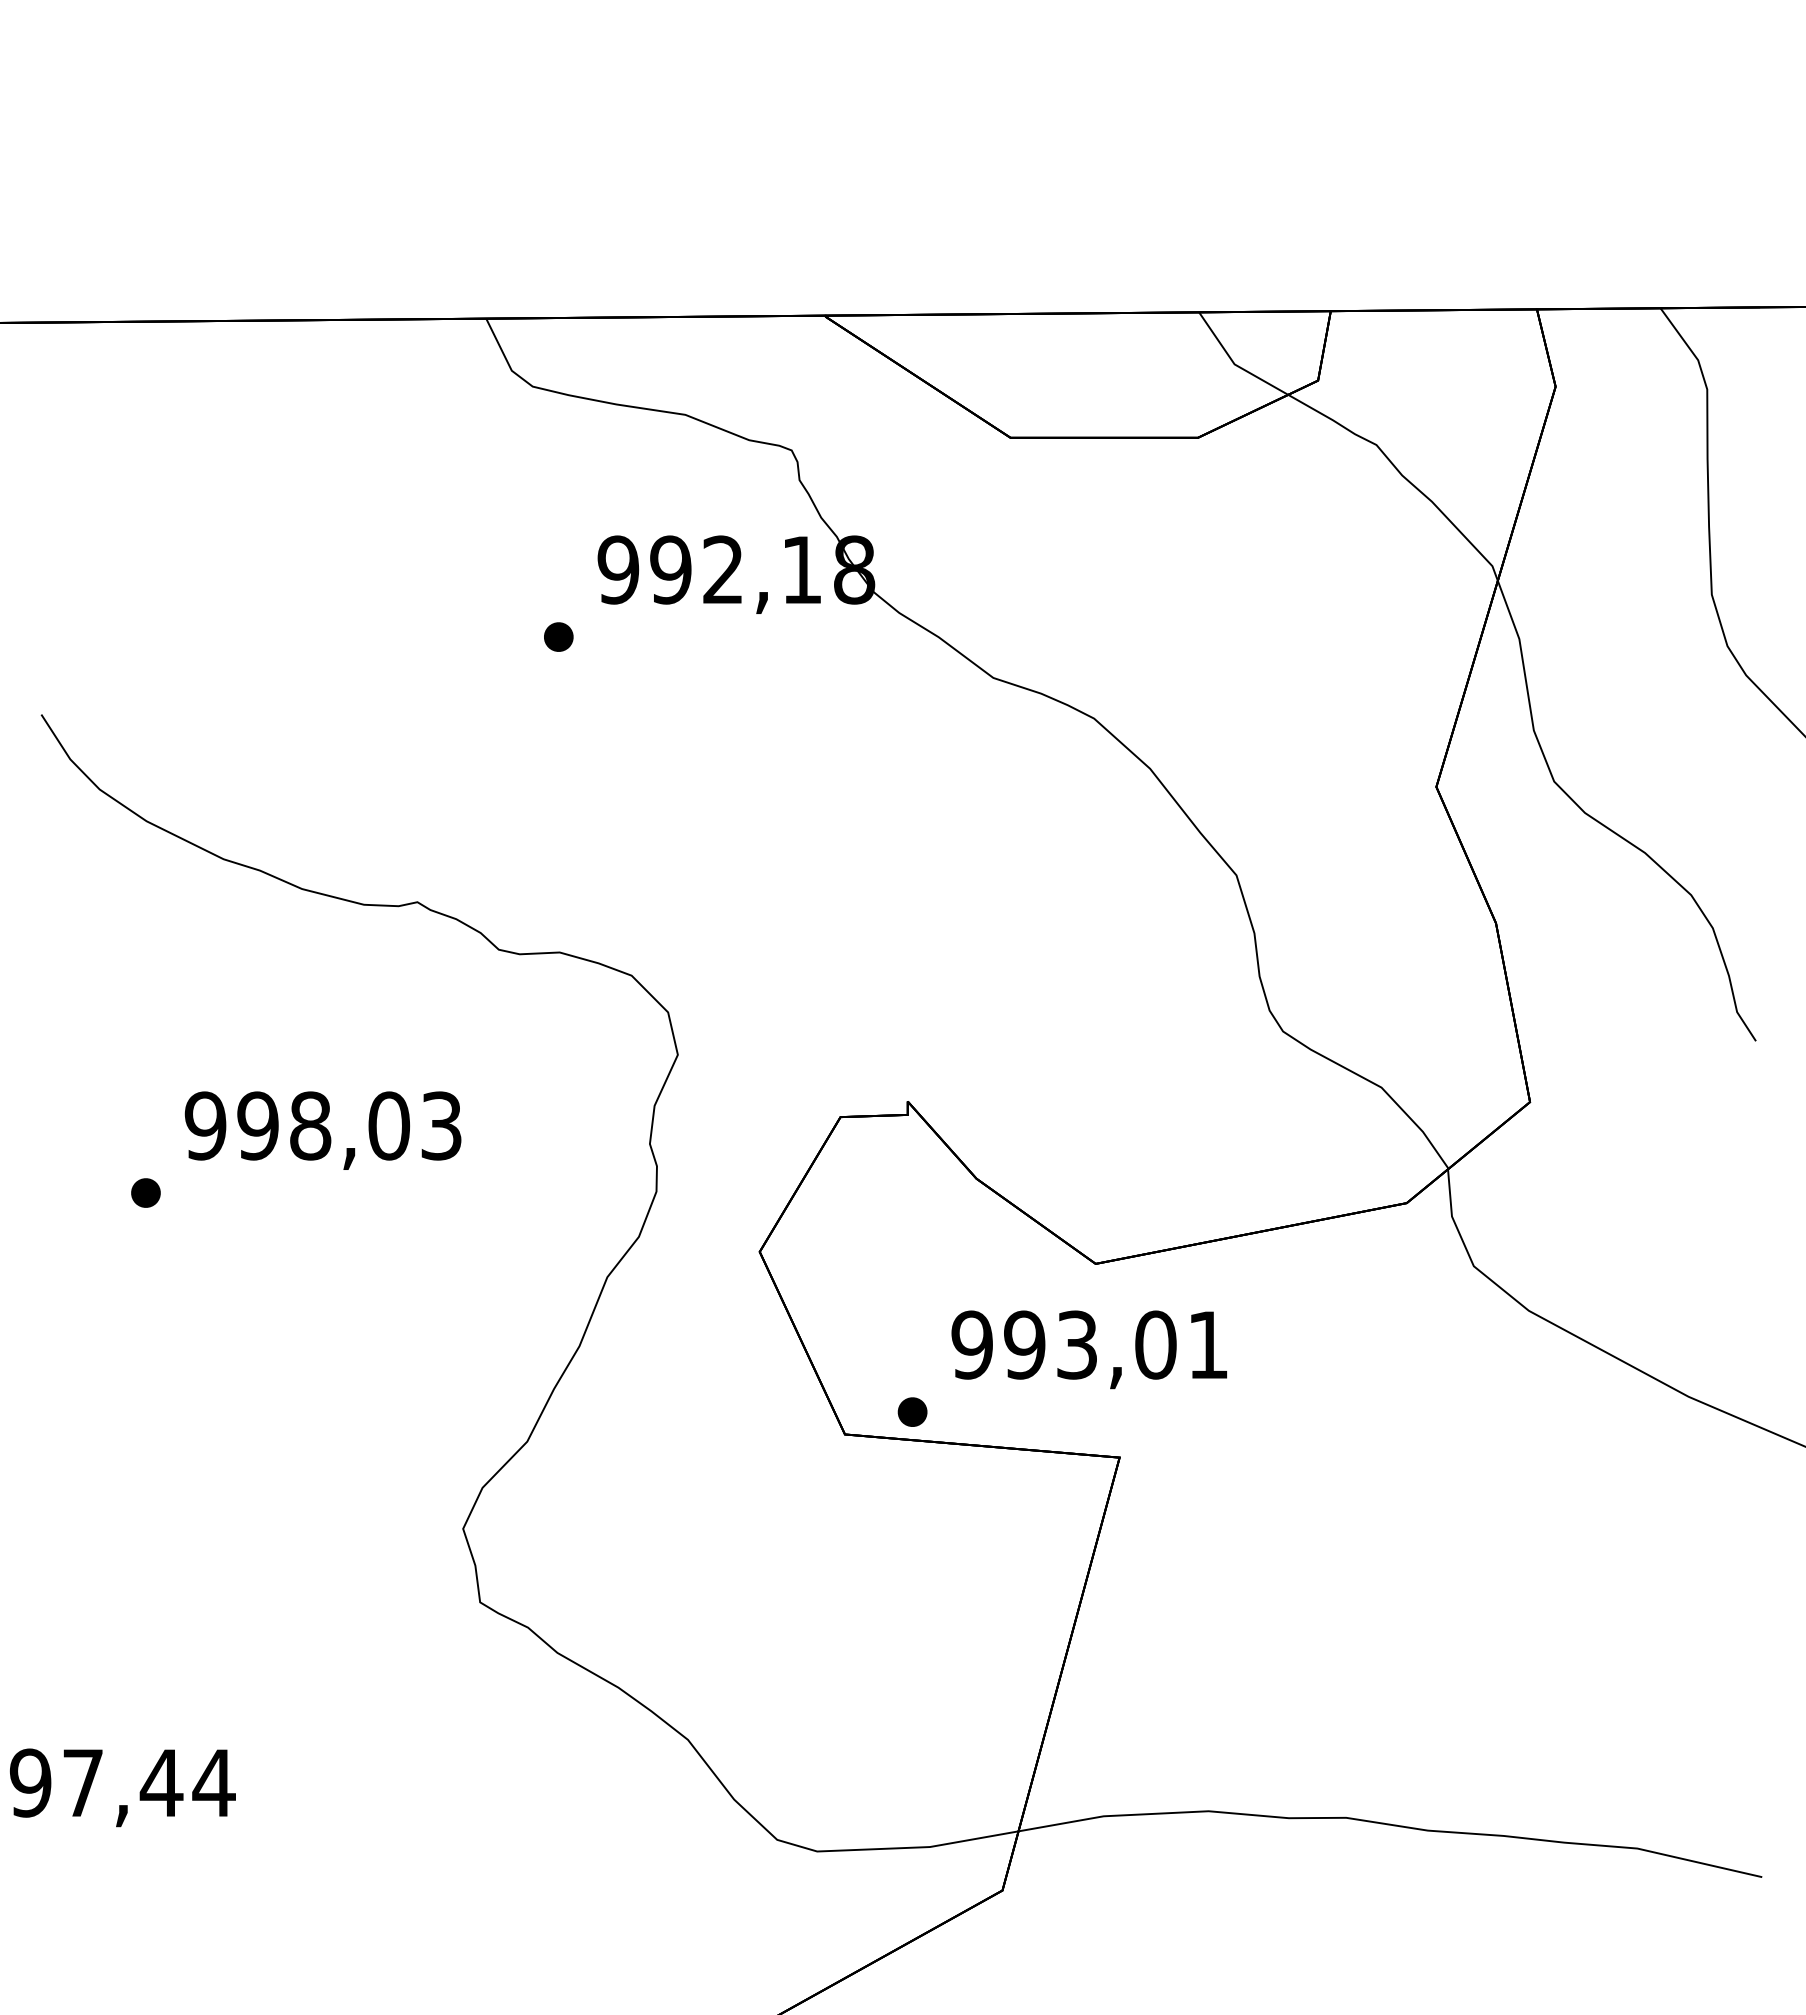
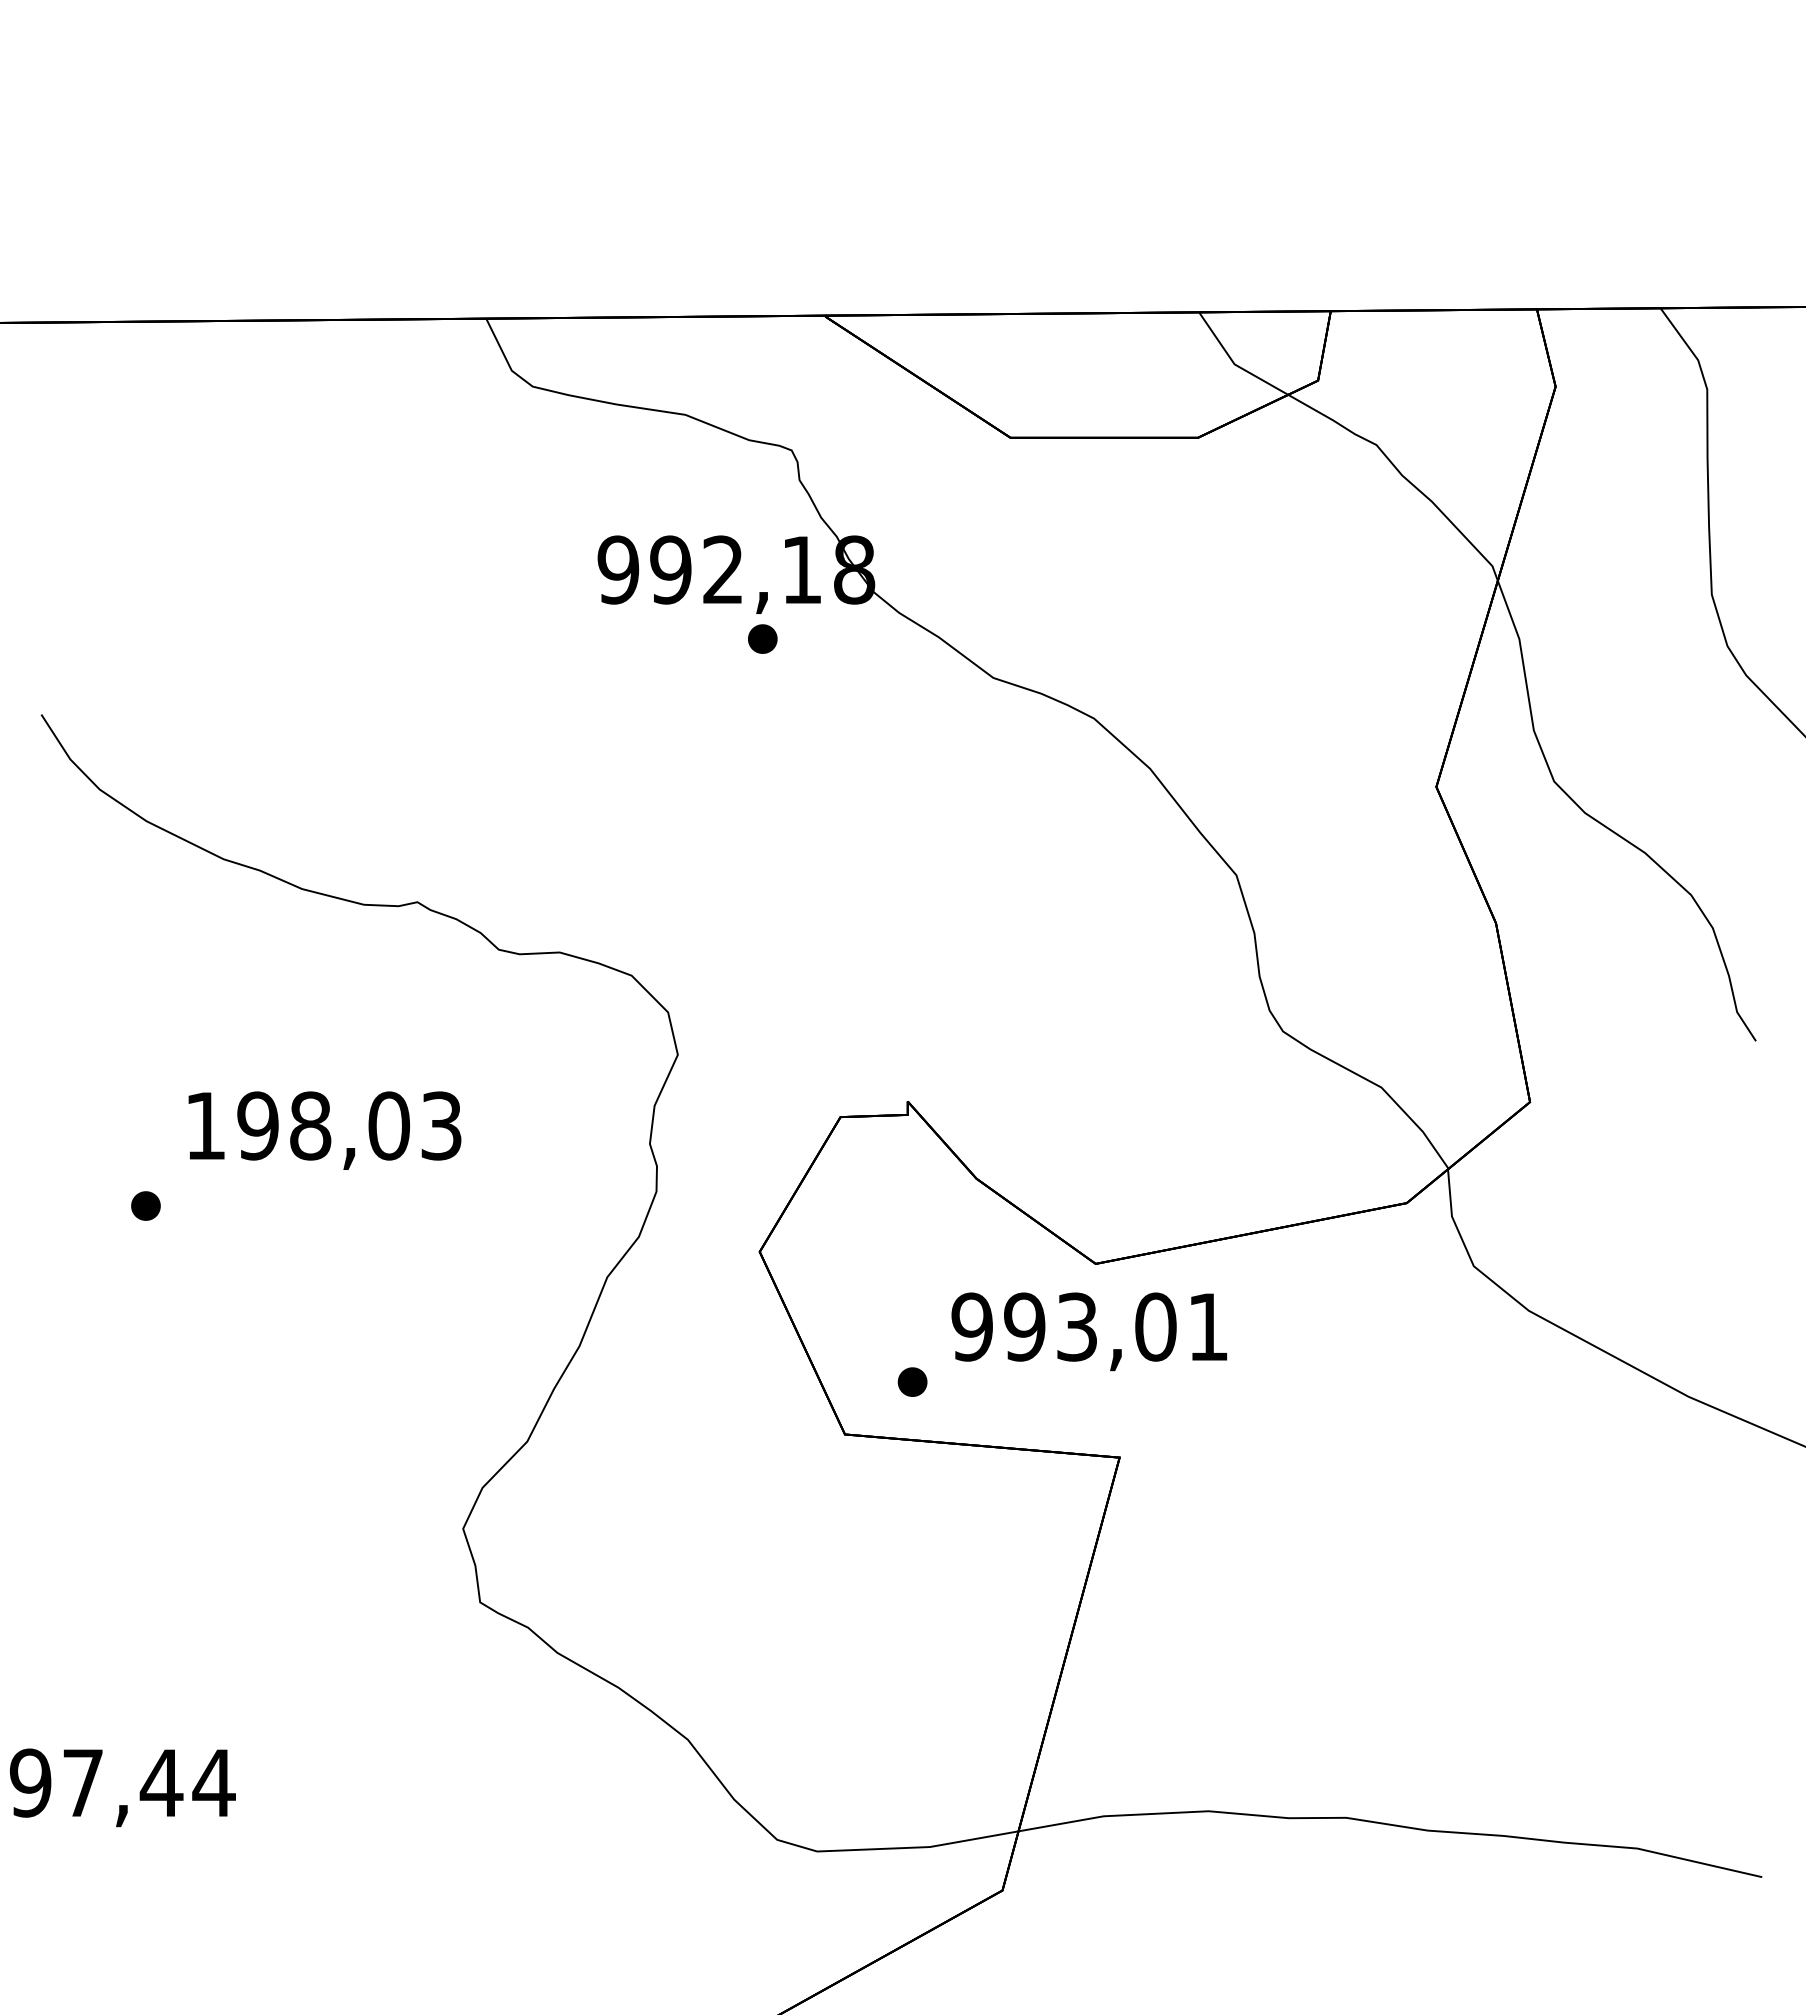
part at (558, 636) position: (558, 636) -> (762, 638)
text at (205, 1125): 998,03 -> 198,03
part at (145, 1192) position: (145, 1192) -> (145, 1205)
text at (1088, 1349) position: (1088, 1349) -> (1088, 1331)
part at (912, 1411) position: (912, 1411) -> (912, 1381)
